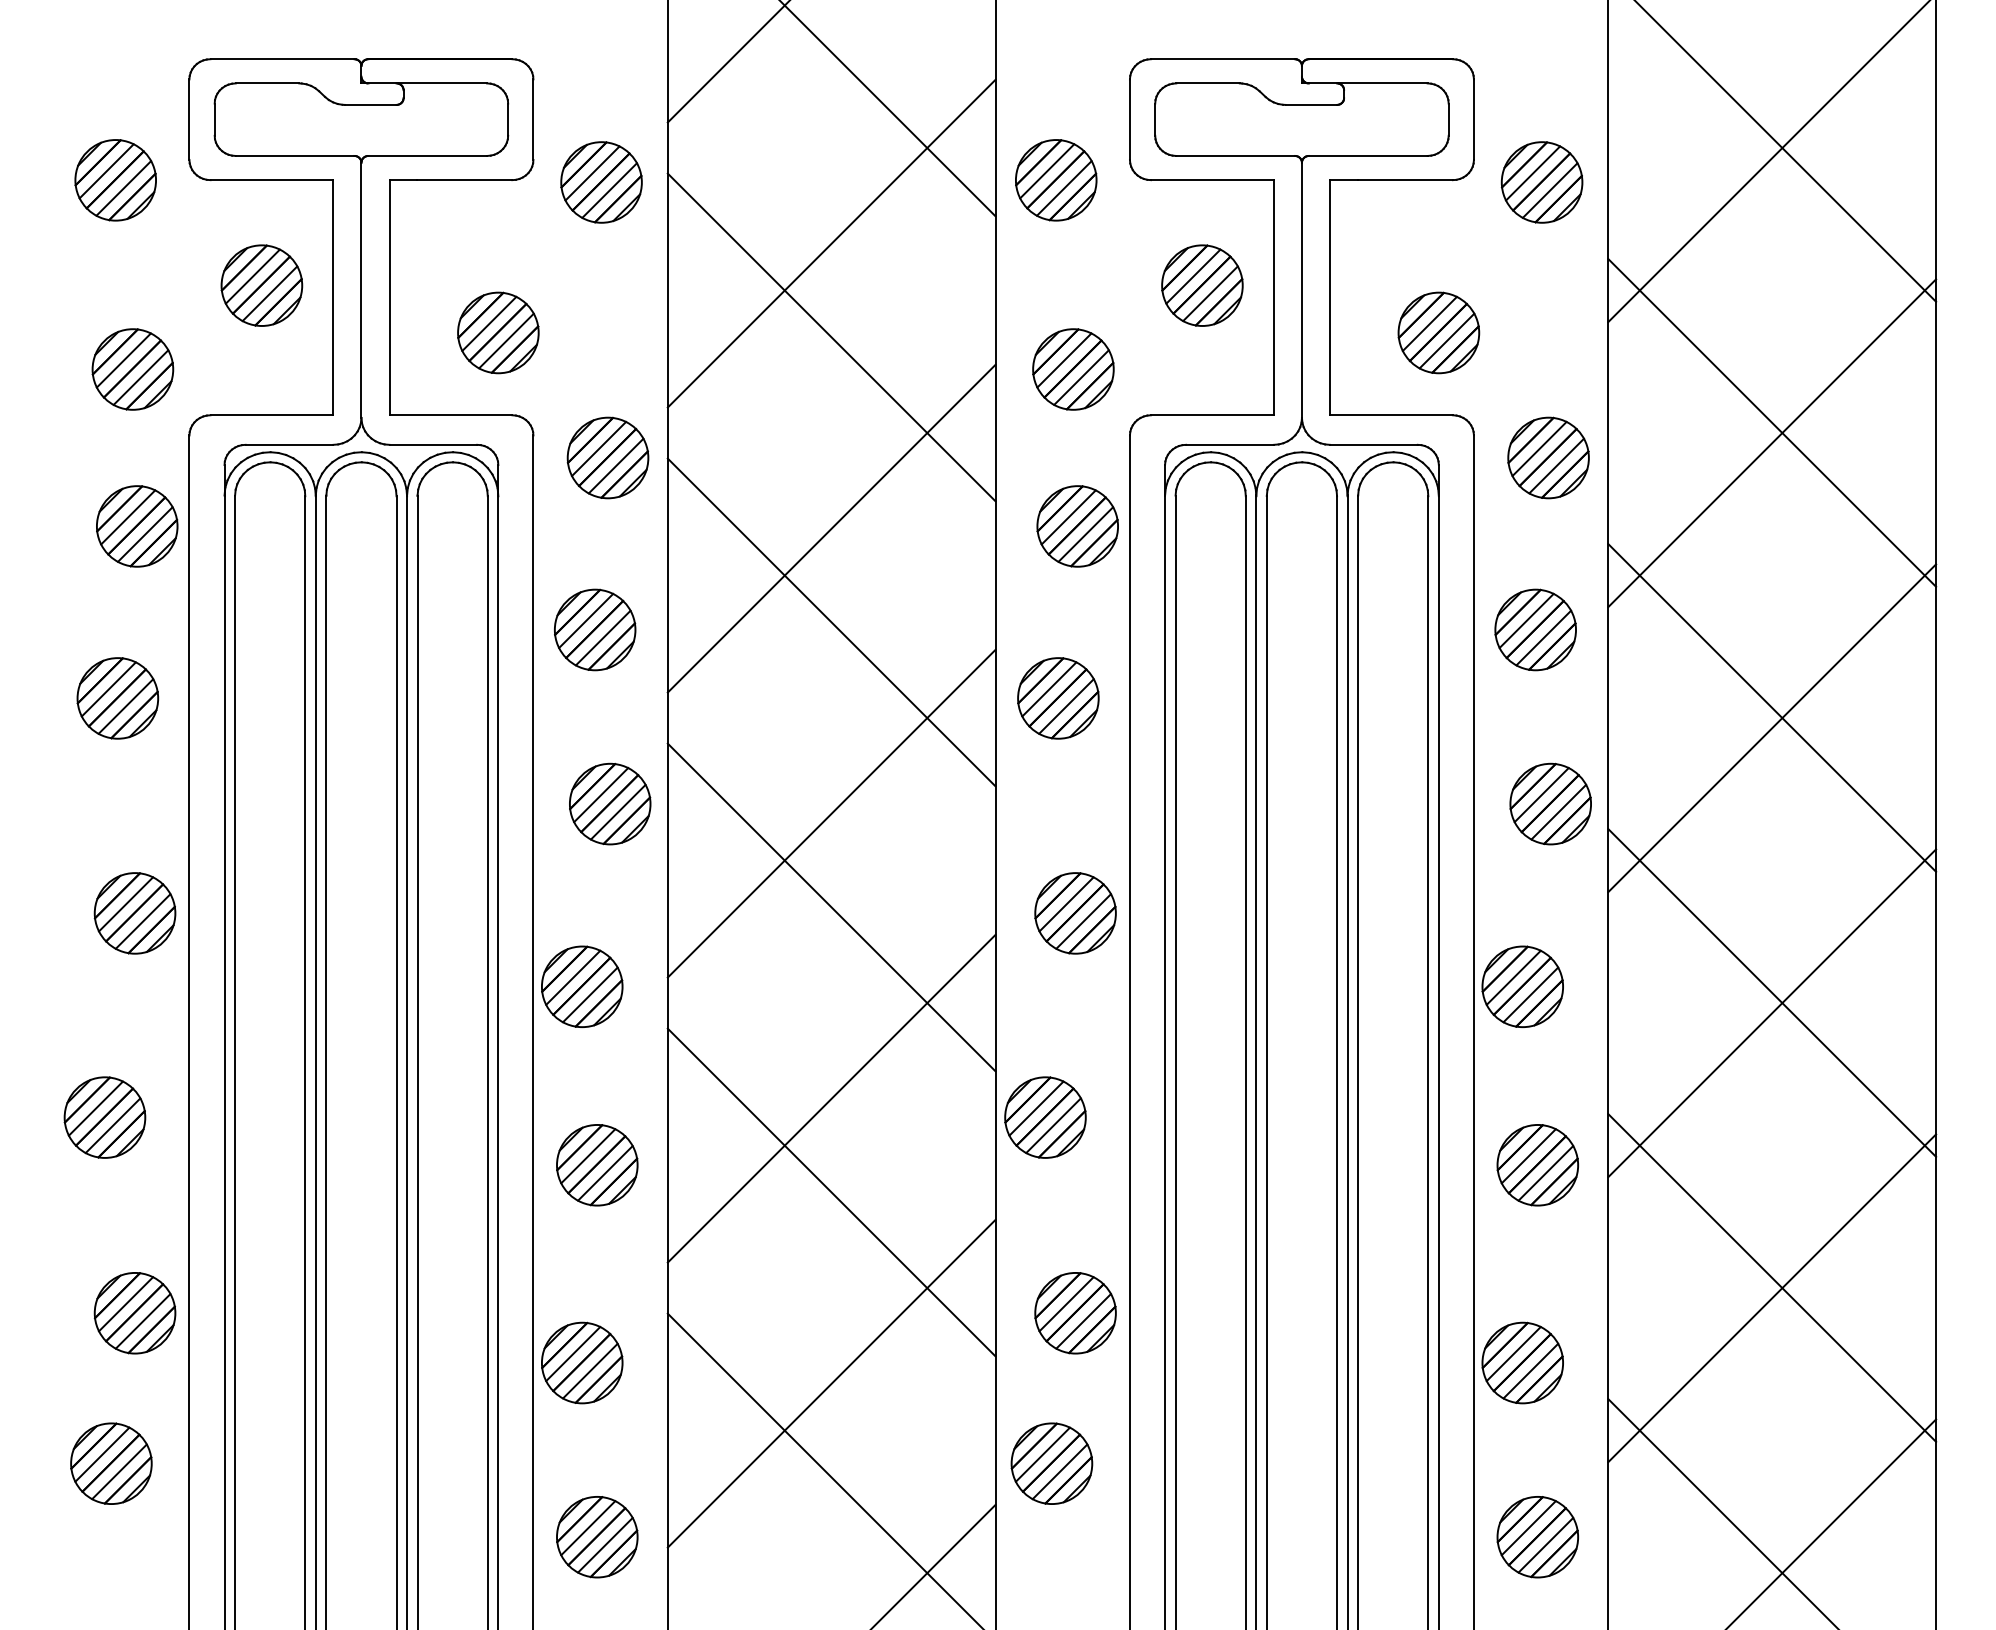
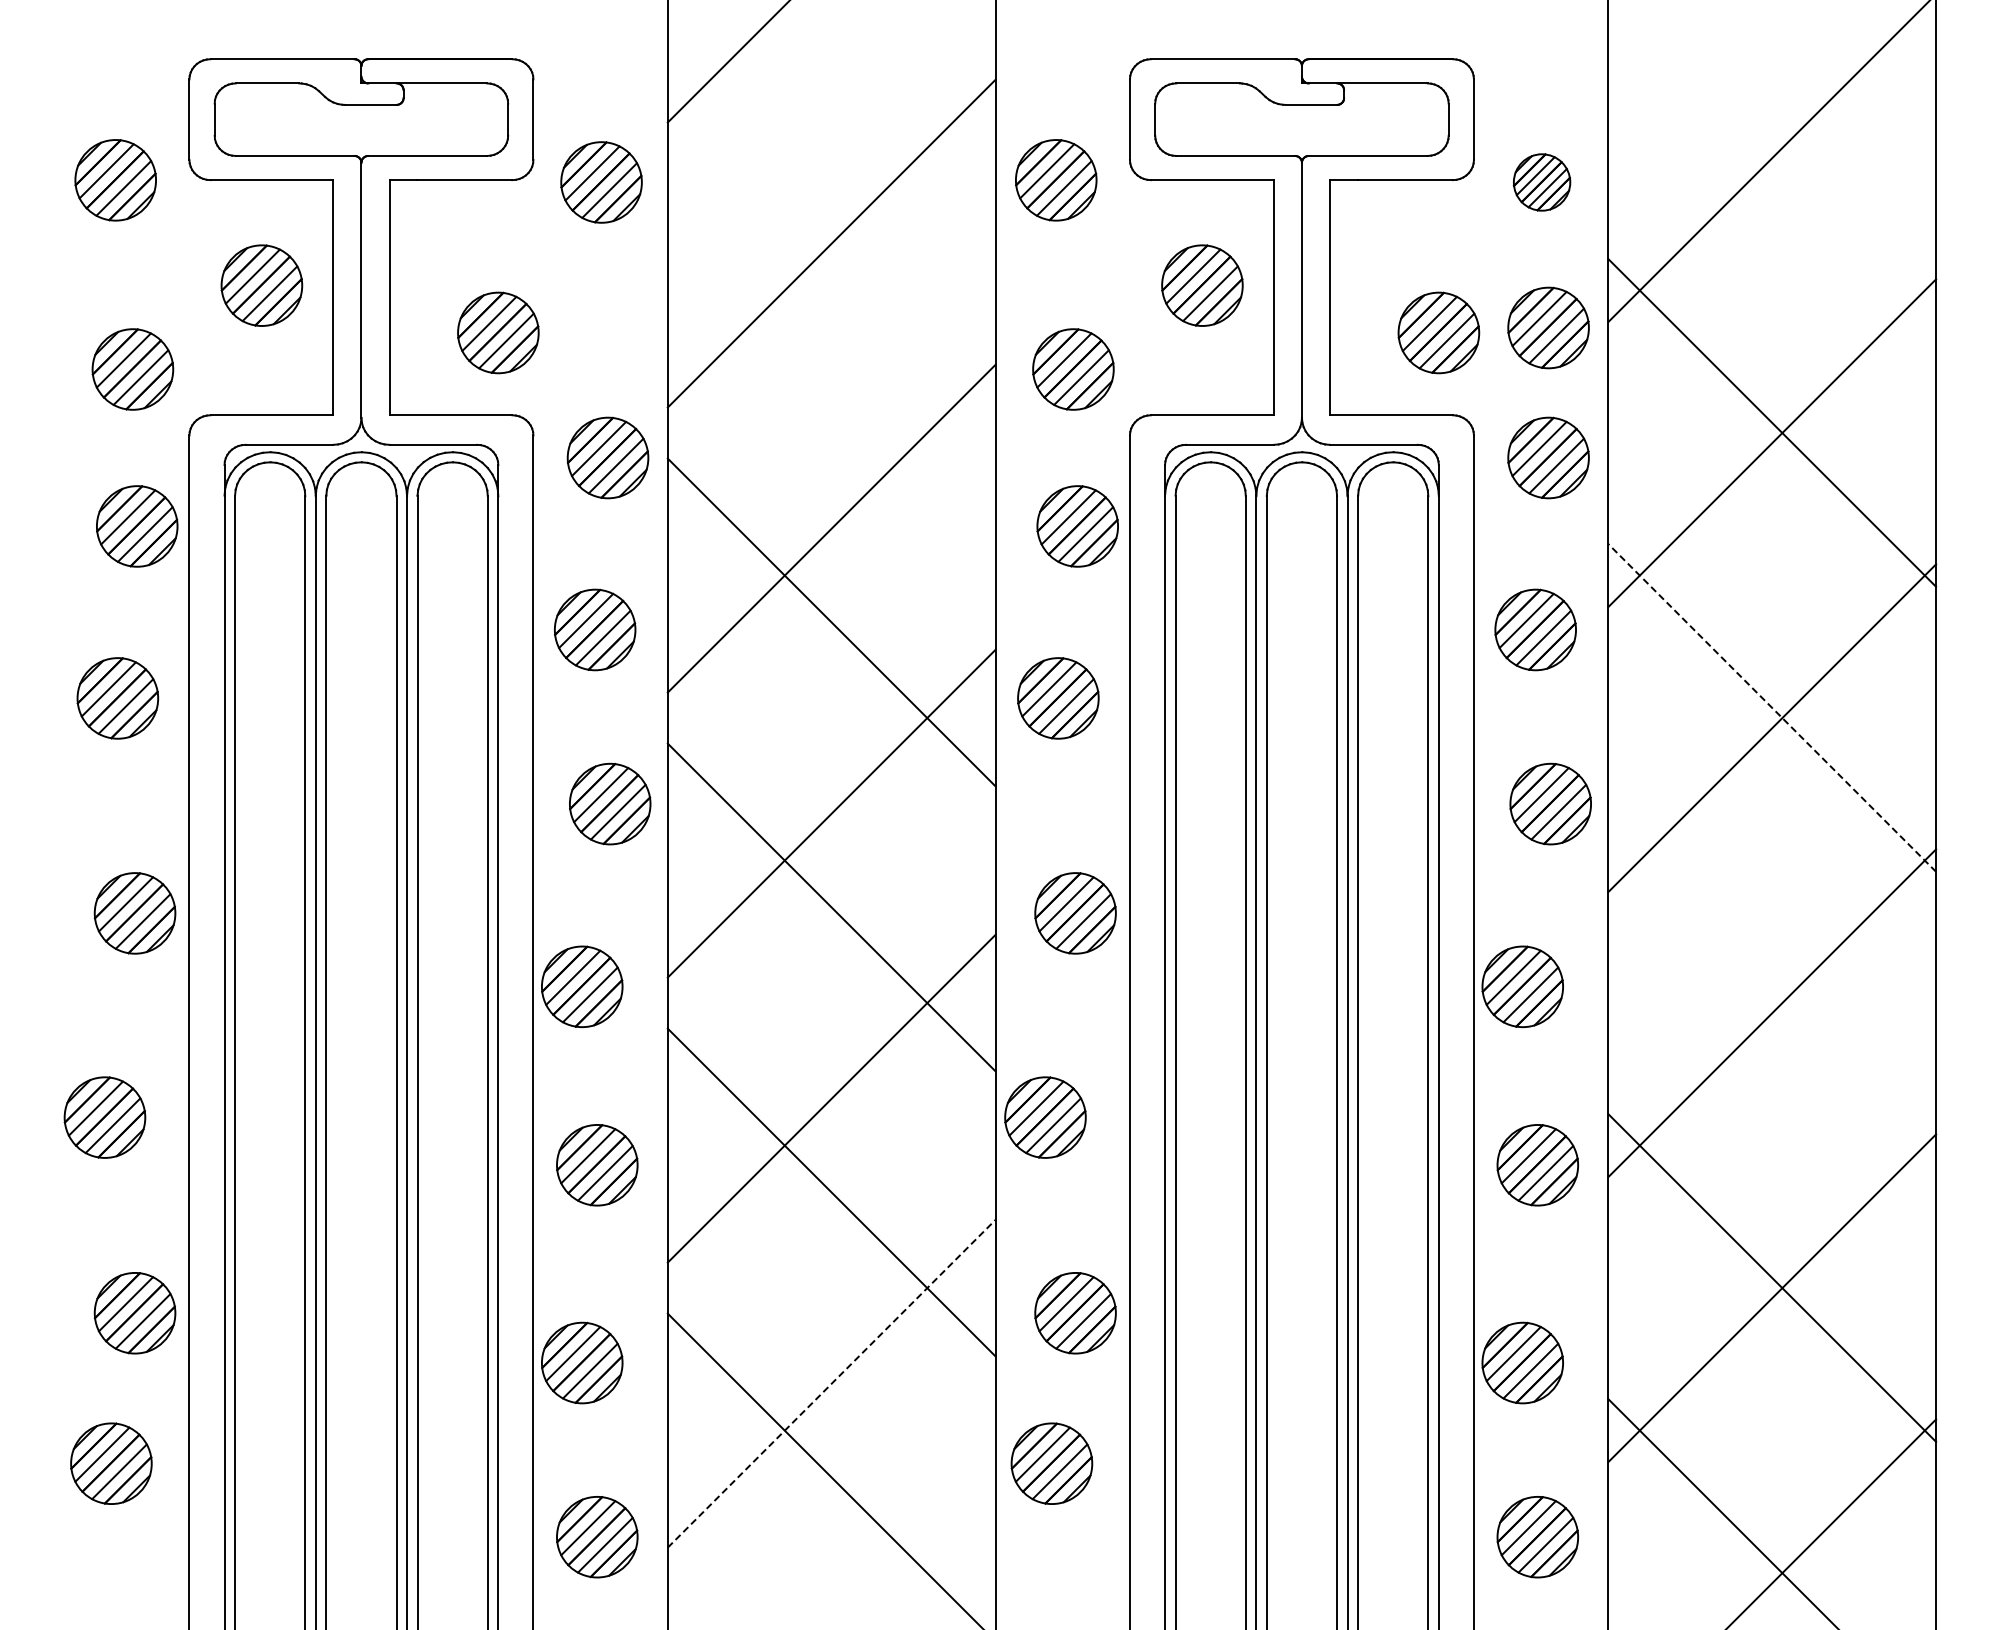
line at (888, 109): present -> none
line at (1786, 151): present -> none
part at (1541, 182) size: 84x83 px -> 60x59 px
part at (1548, 327): none -> present
line at (831, 337): present -> none
line at (1772, 707): solid -> dashed
line at (1772, 992): present -> none
line at (831, 1383): solid -> dashed
line at (934, 1565): present -> none
